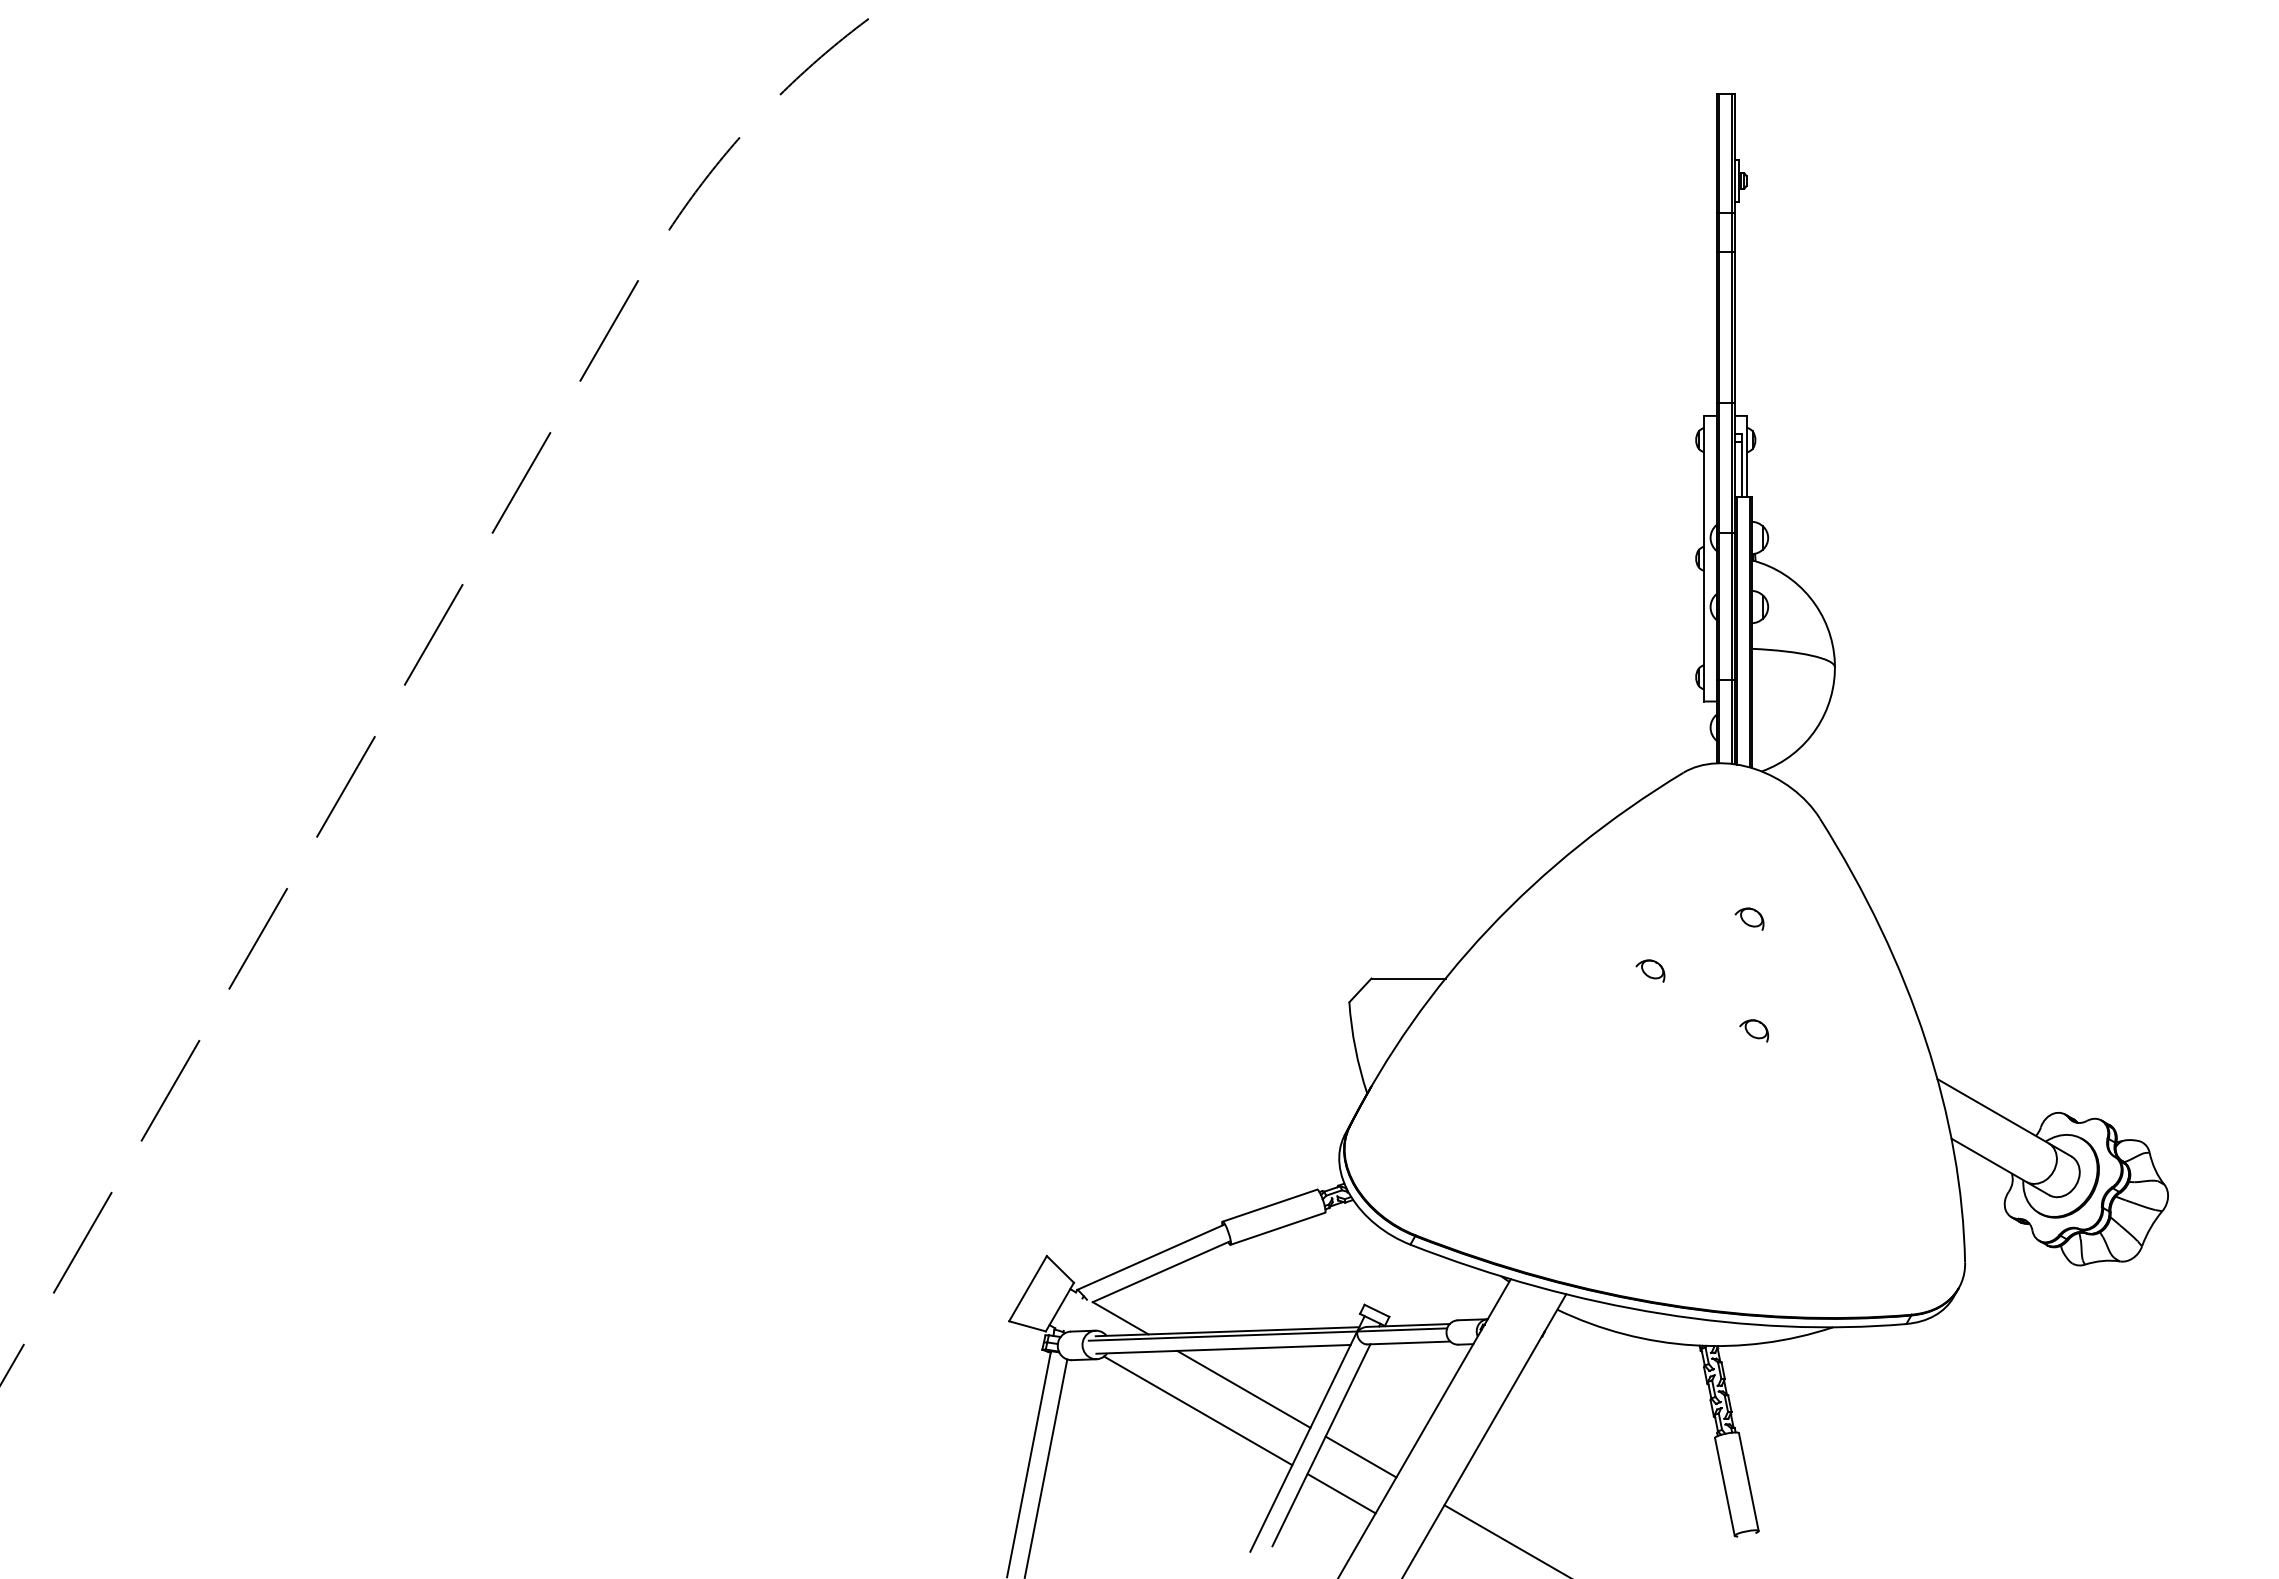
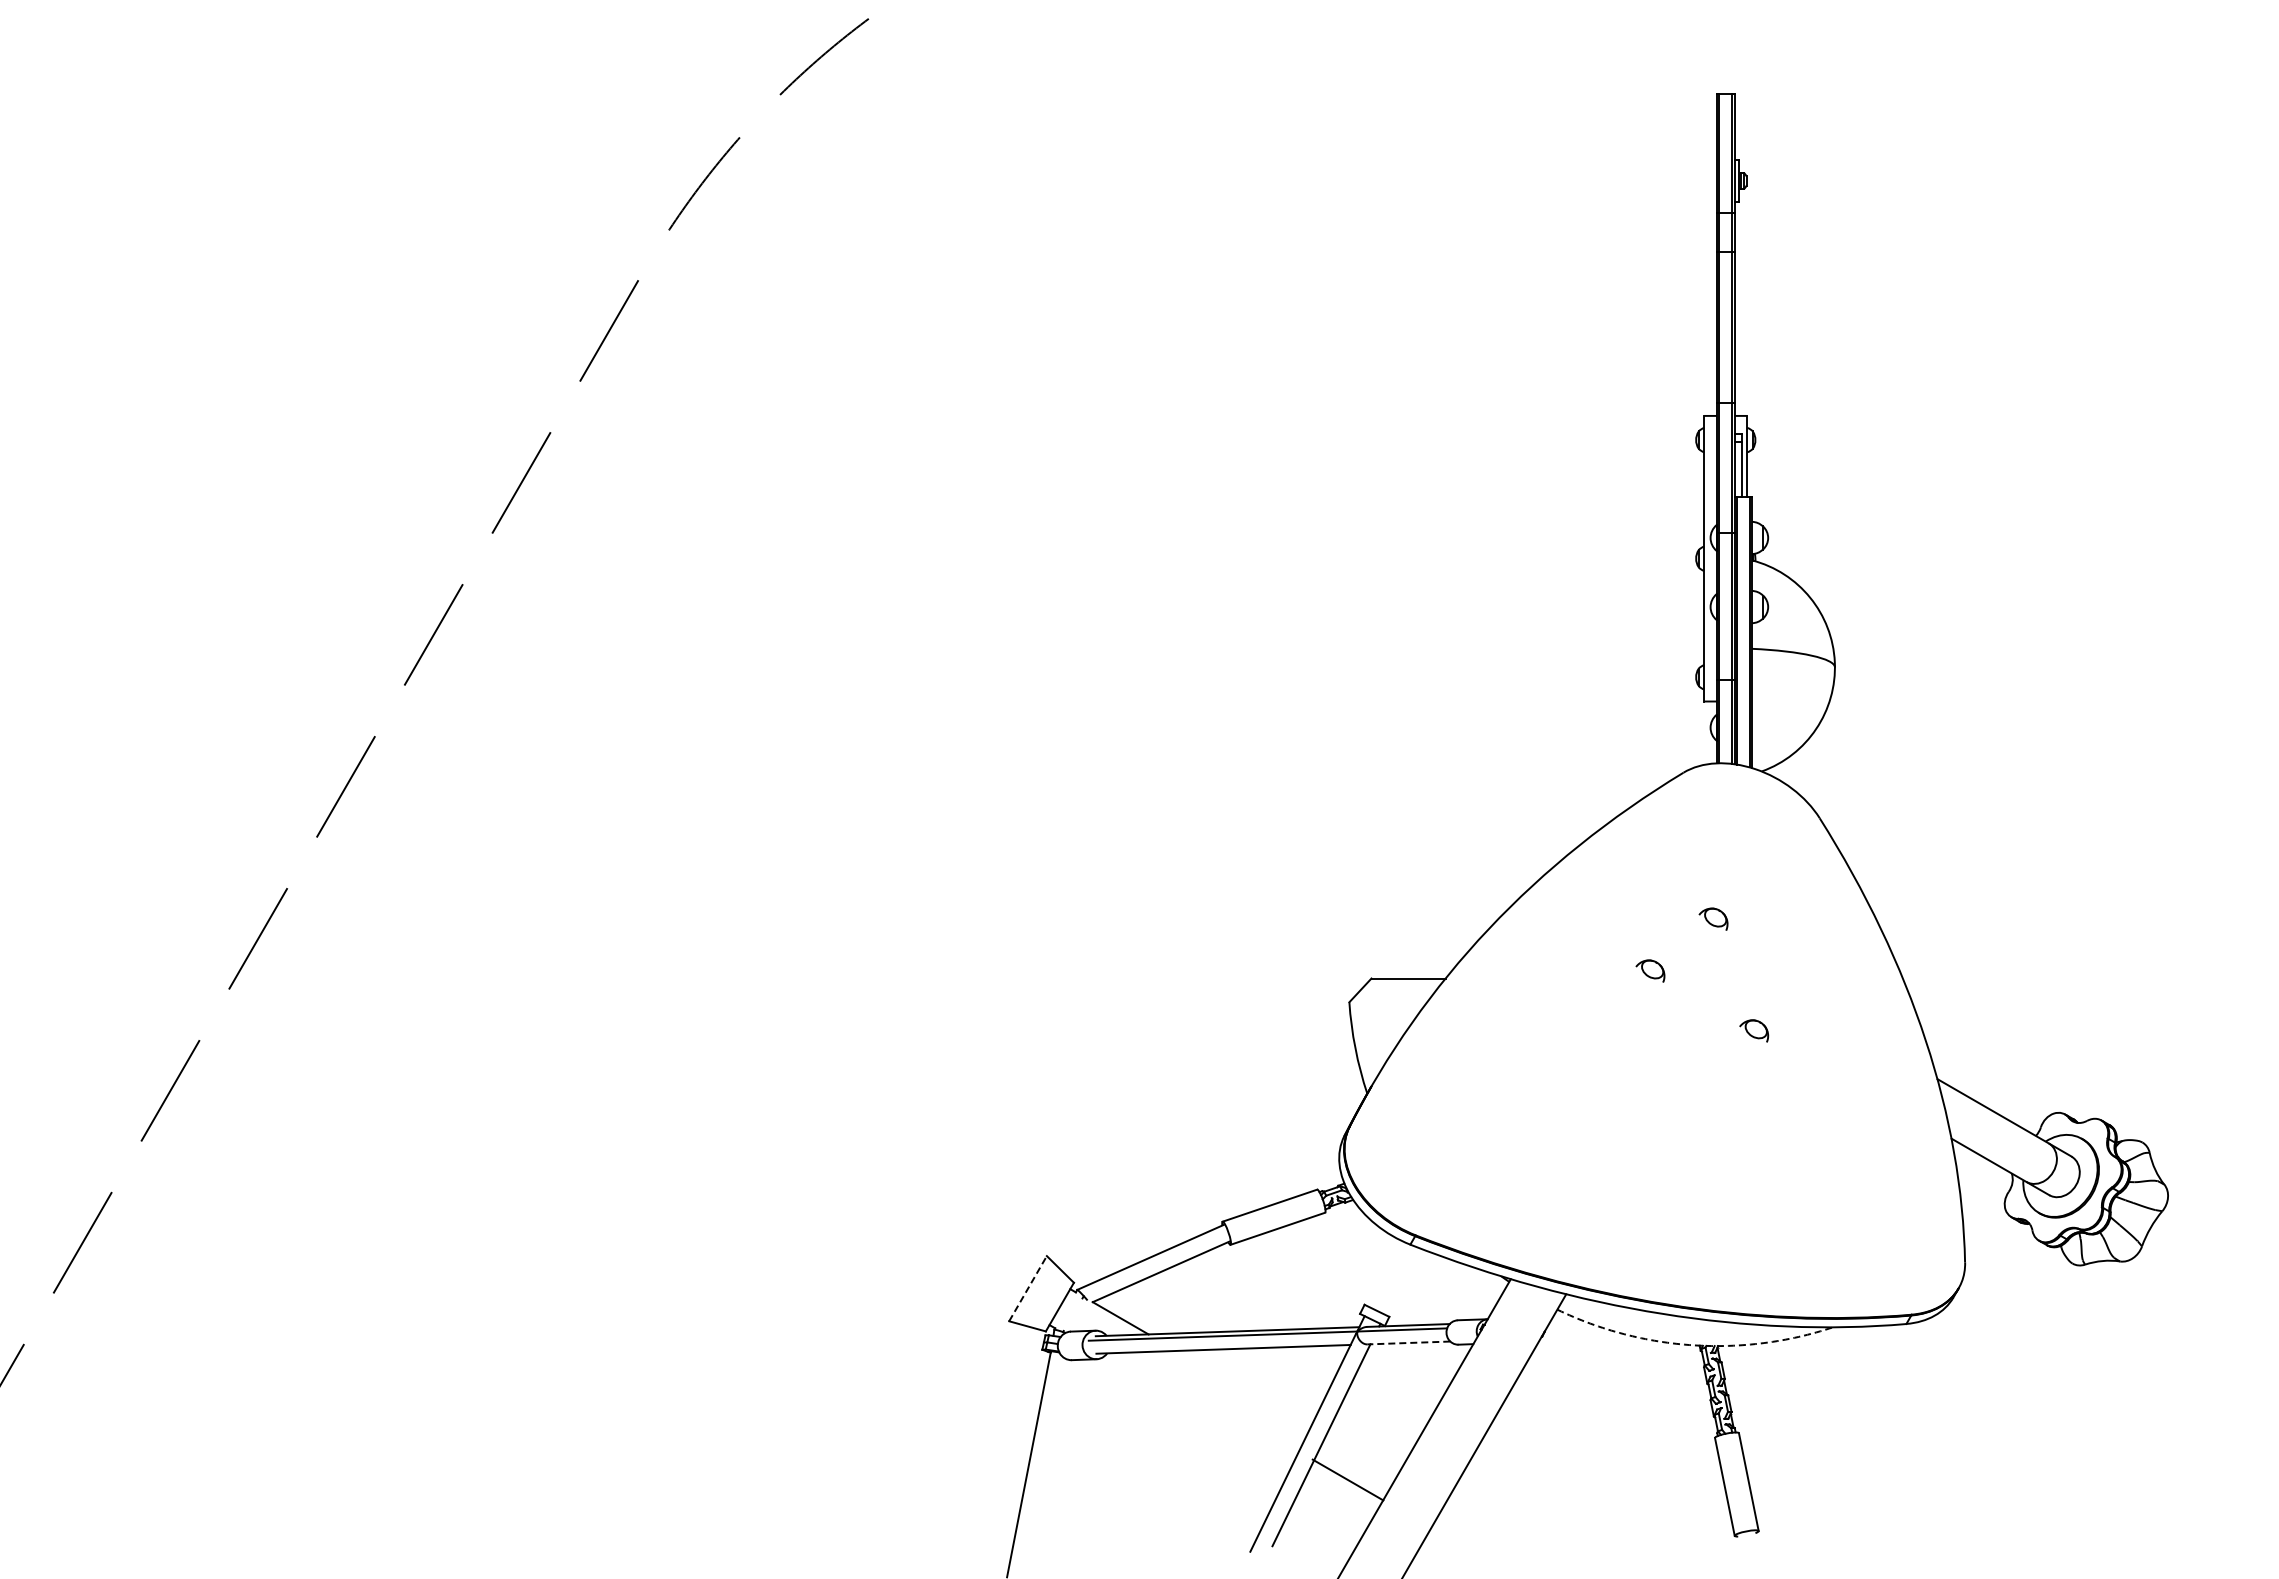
part at (1749, 918) position: (1749, 918) -> (1713, 918)
line at (1028, 1288): solid -> dashed
line at (1408, 1342): solid -> dashed
arc at (1693, 1345): solid -> dashed
line at (1243, 1388): present -> none
line at (1198, 1410): present -> none
line at (1360, 1456) position: (1360, 1456) -> (1347, 1479)
line at (1046, 1467): present -> none
line at (1341, 1493): present -> none
line at (1505, 1540): present -> none
